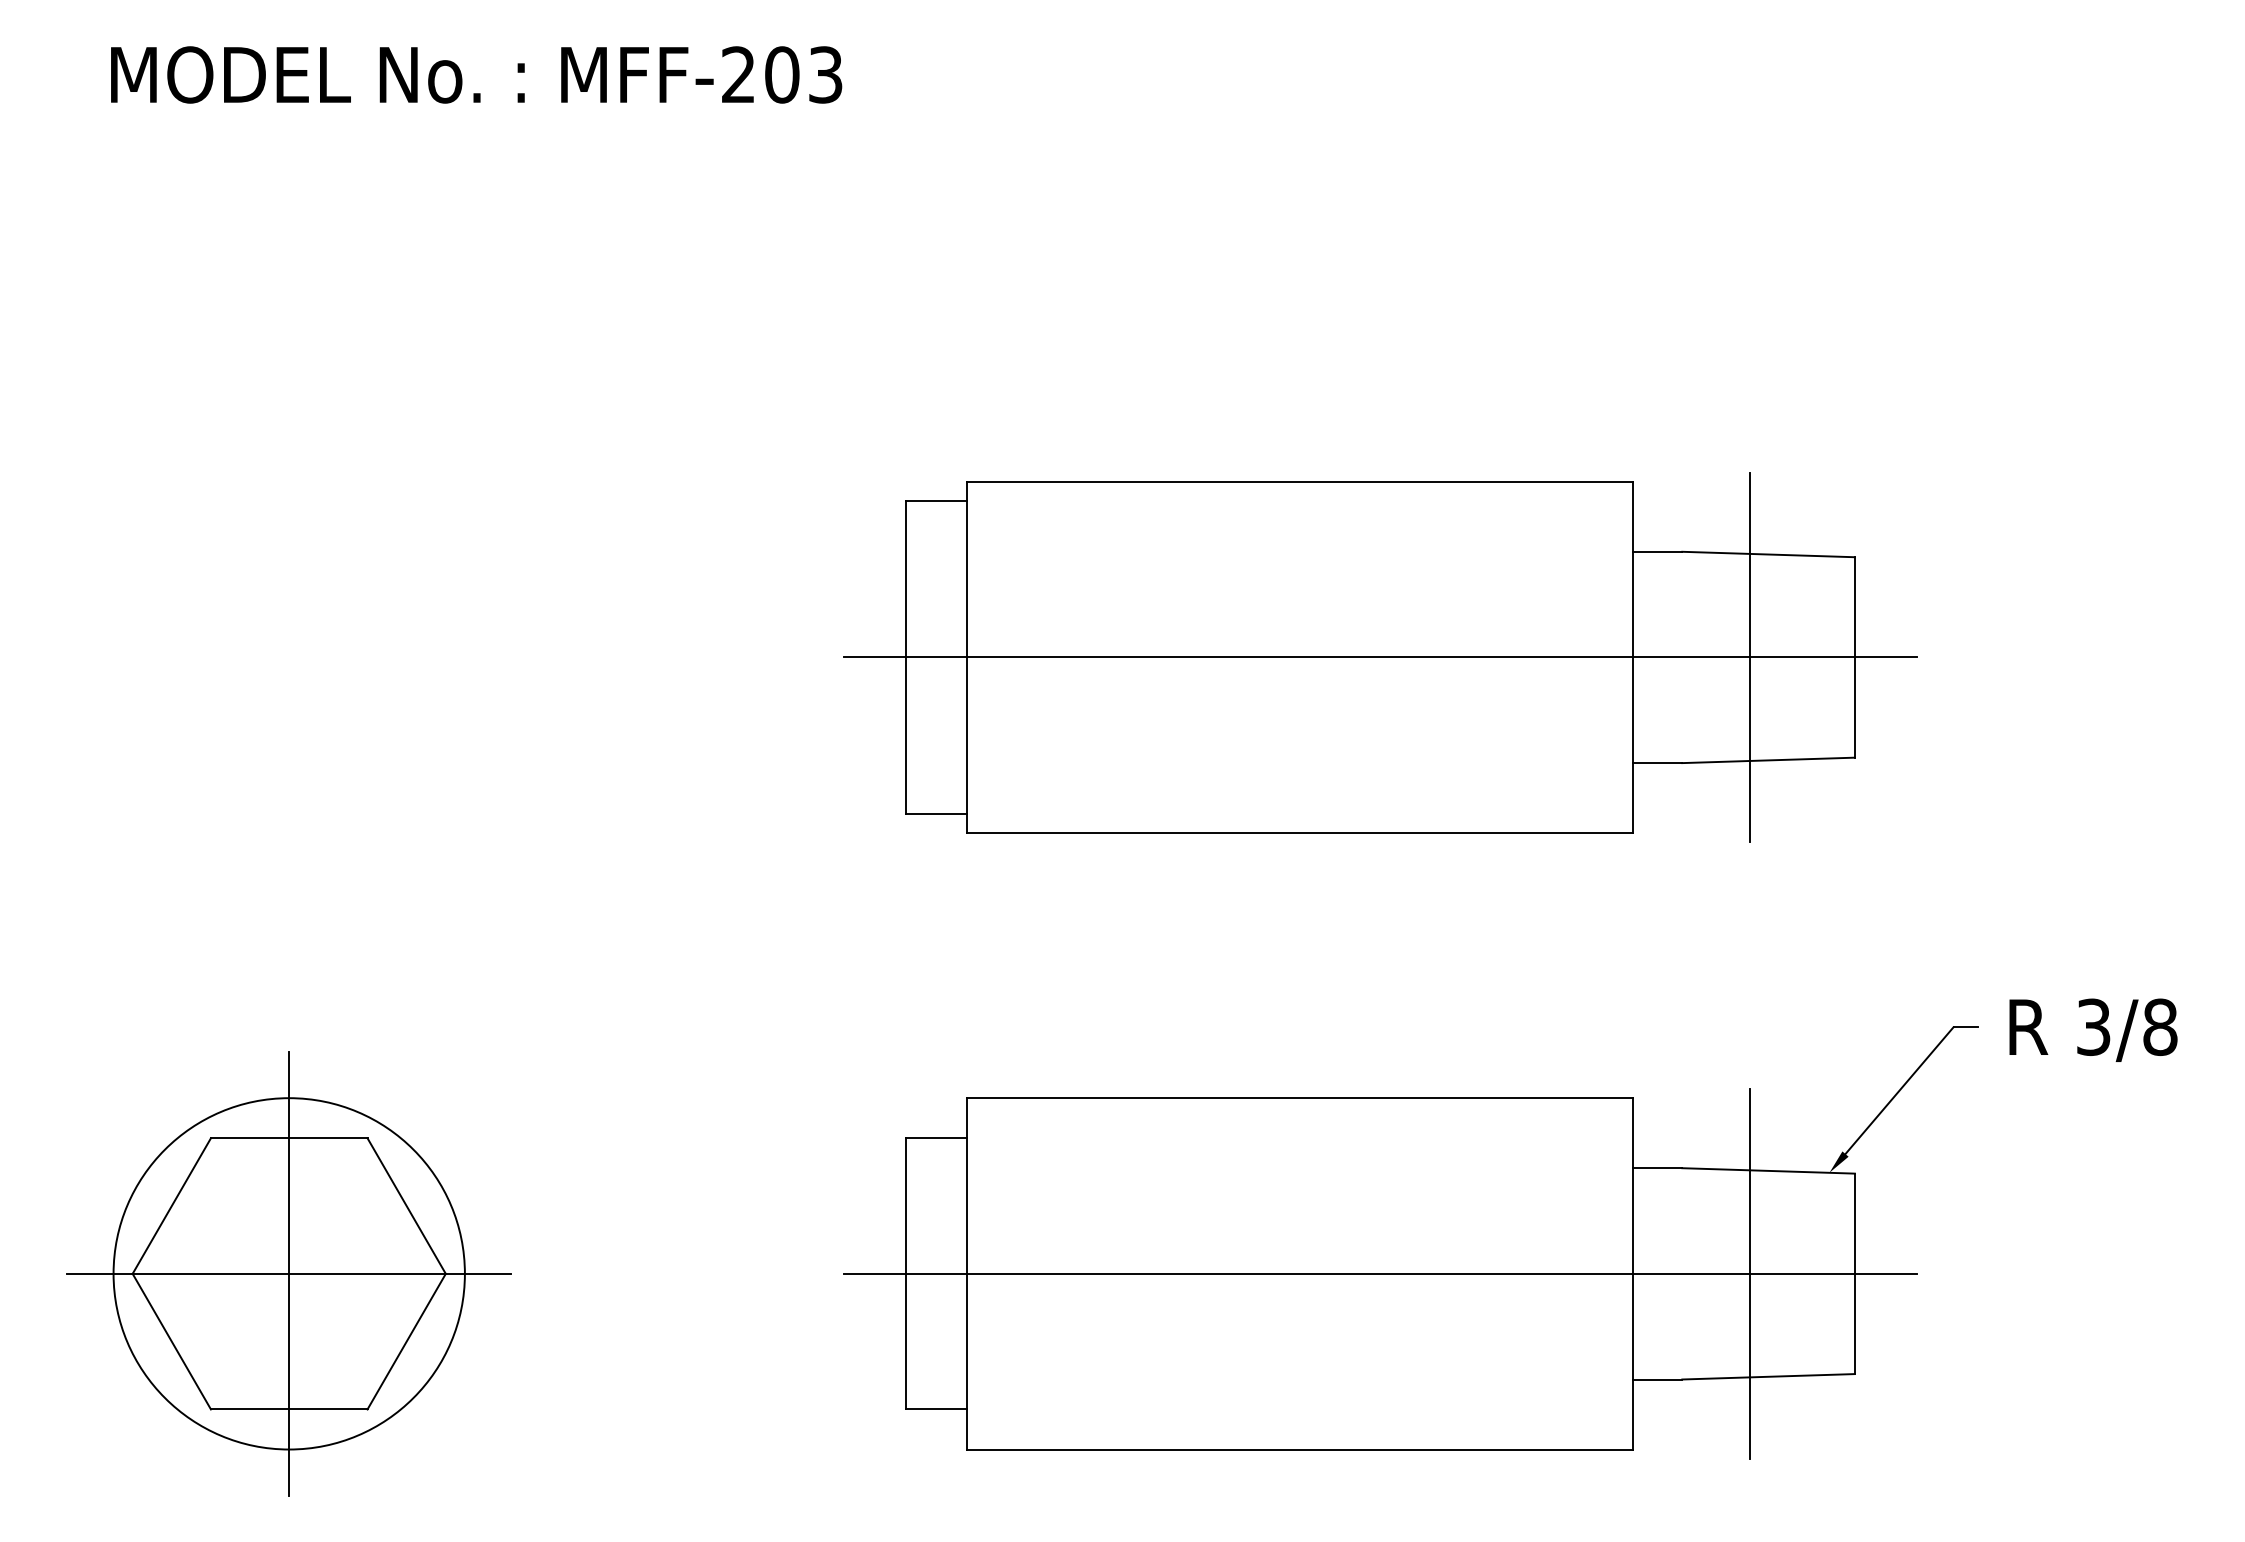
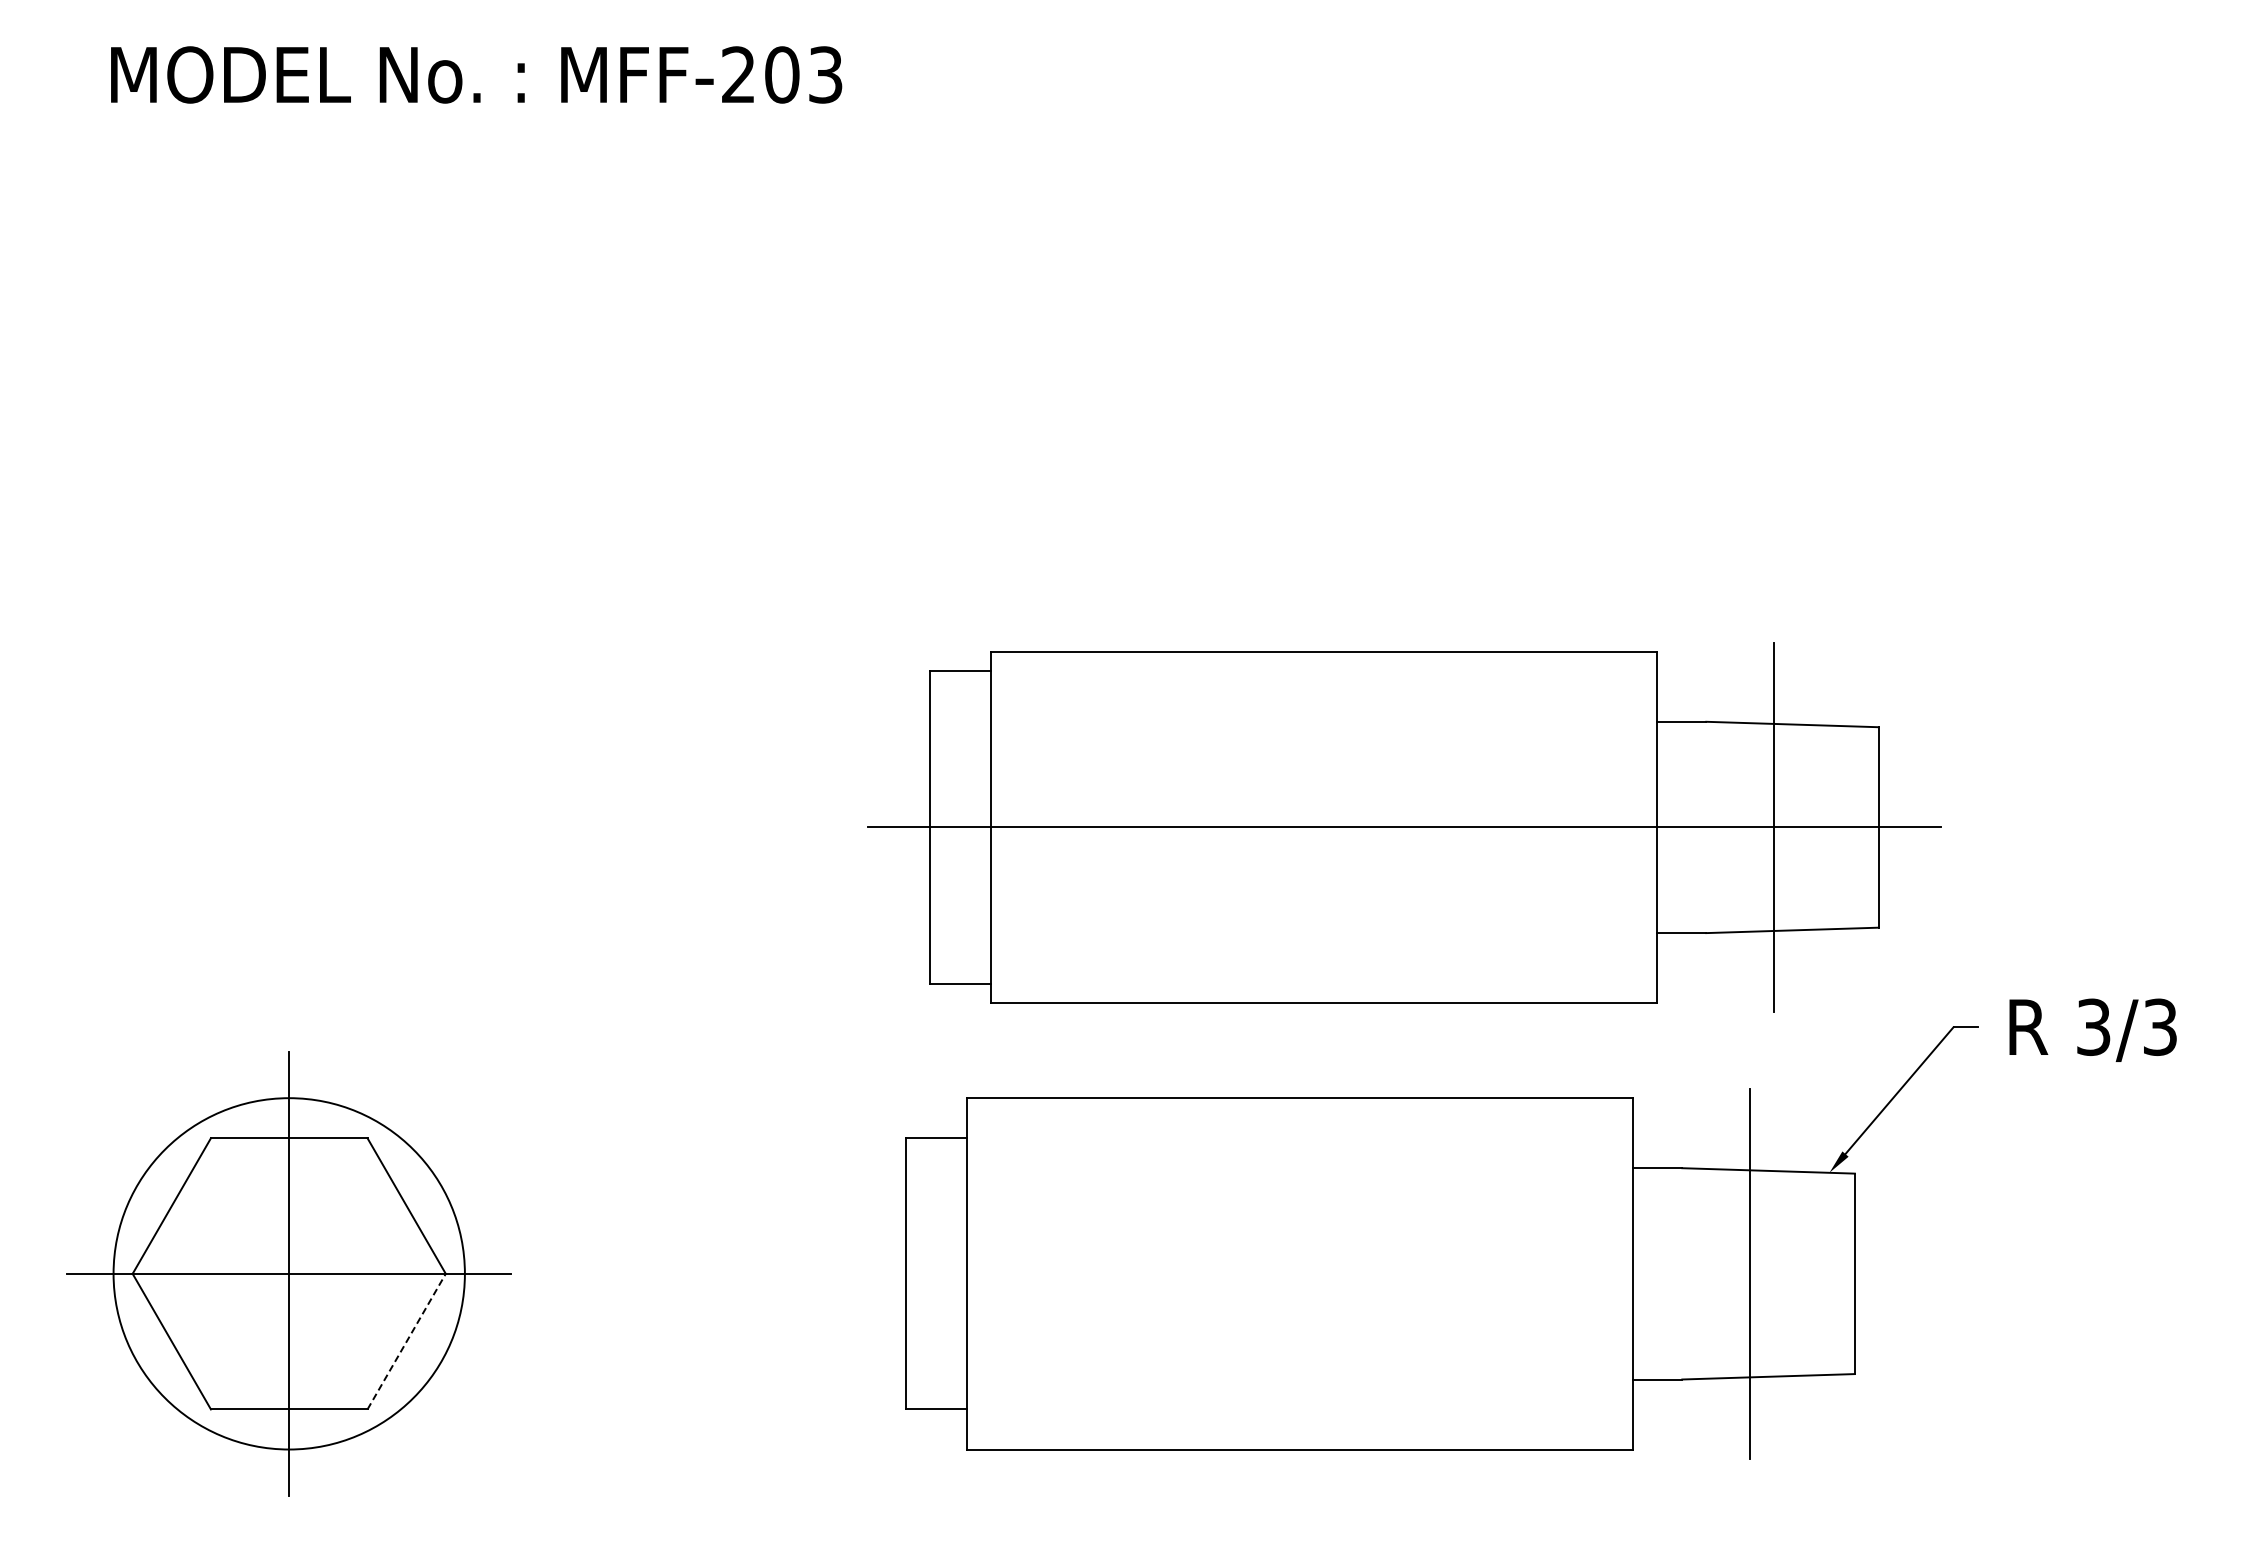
part at (1380, 657) position: (1380, 657) -> (1404, 827)
text at (2160, 1027): 3/8 -> 3/3
line at (1380, 1273): present -> none
line at (406, 1341): solid -> dashed
